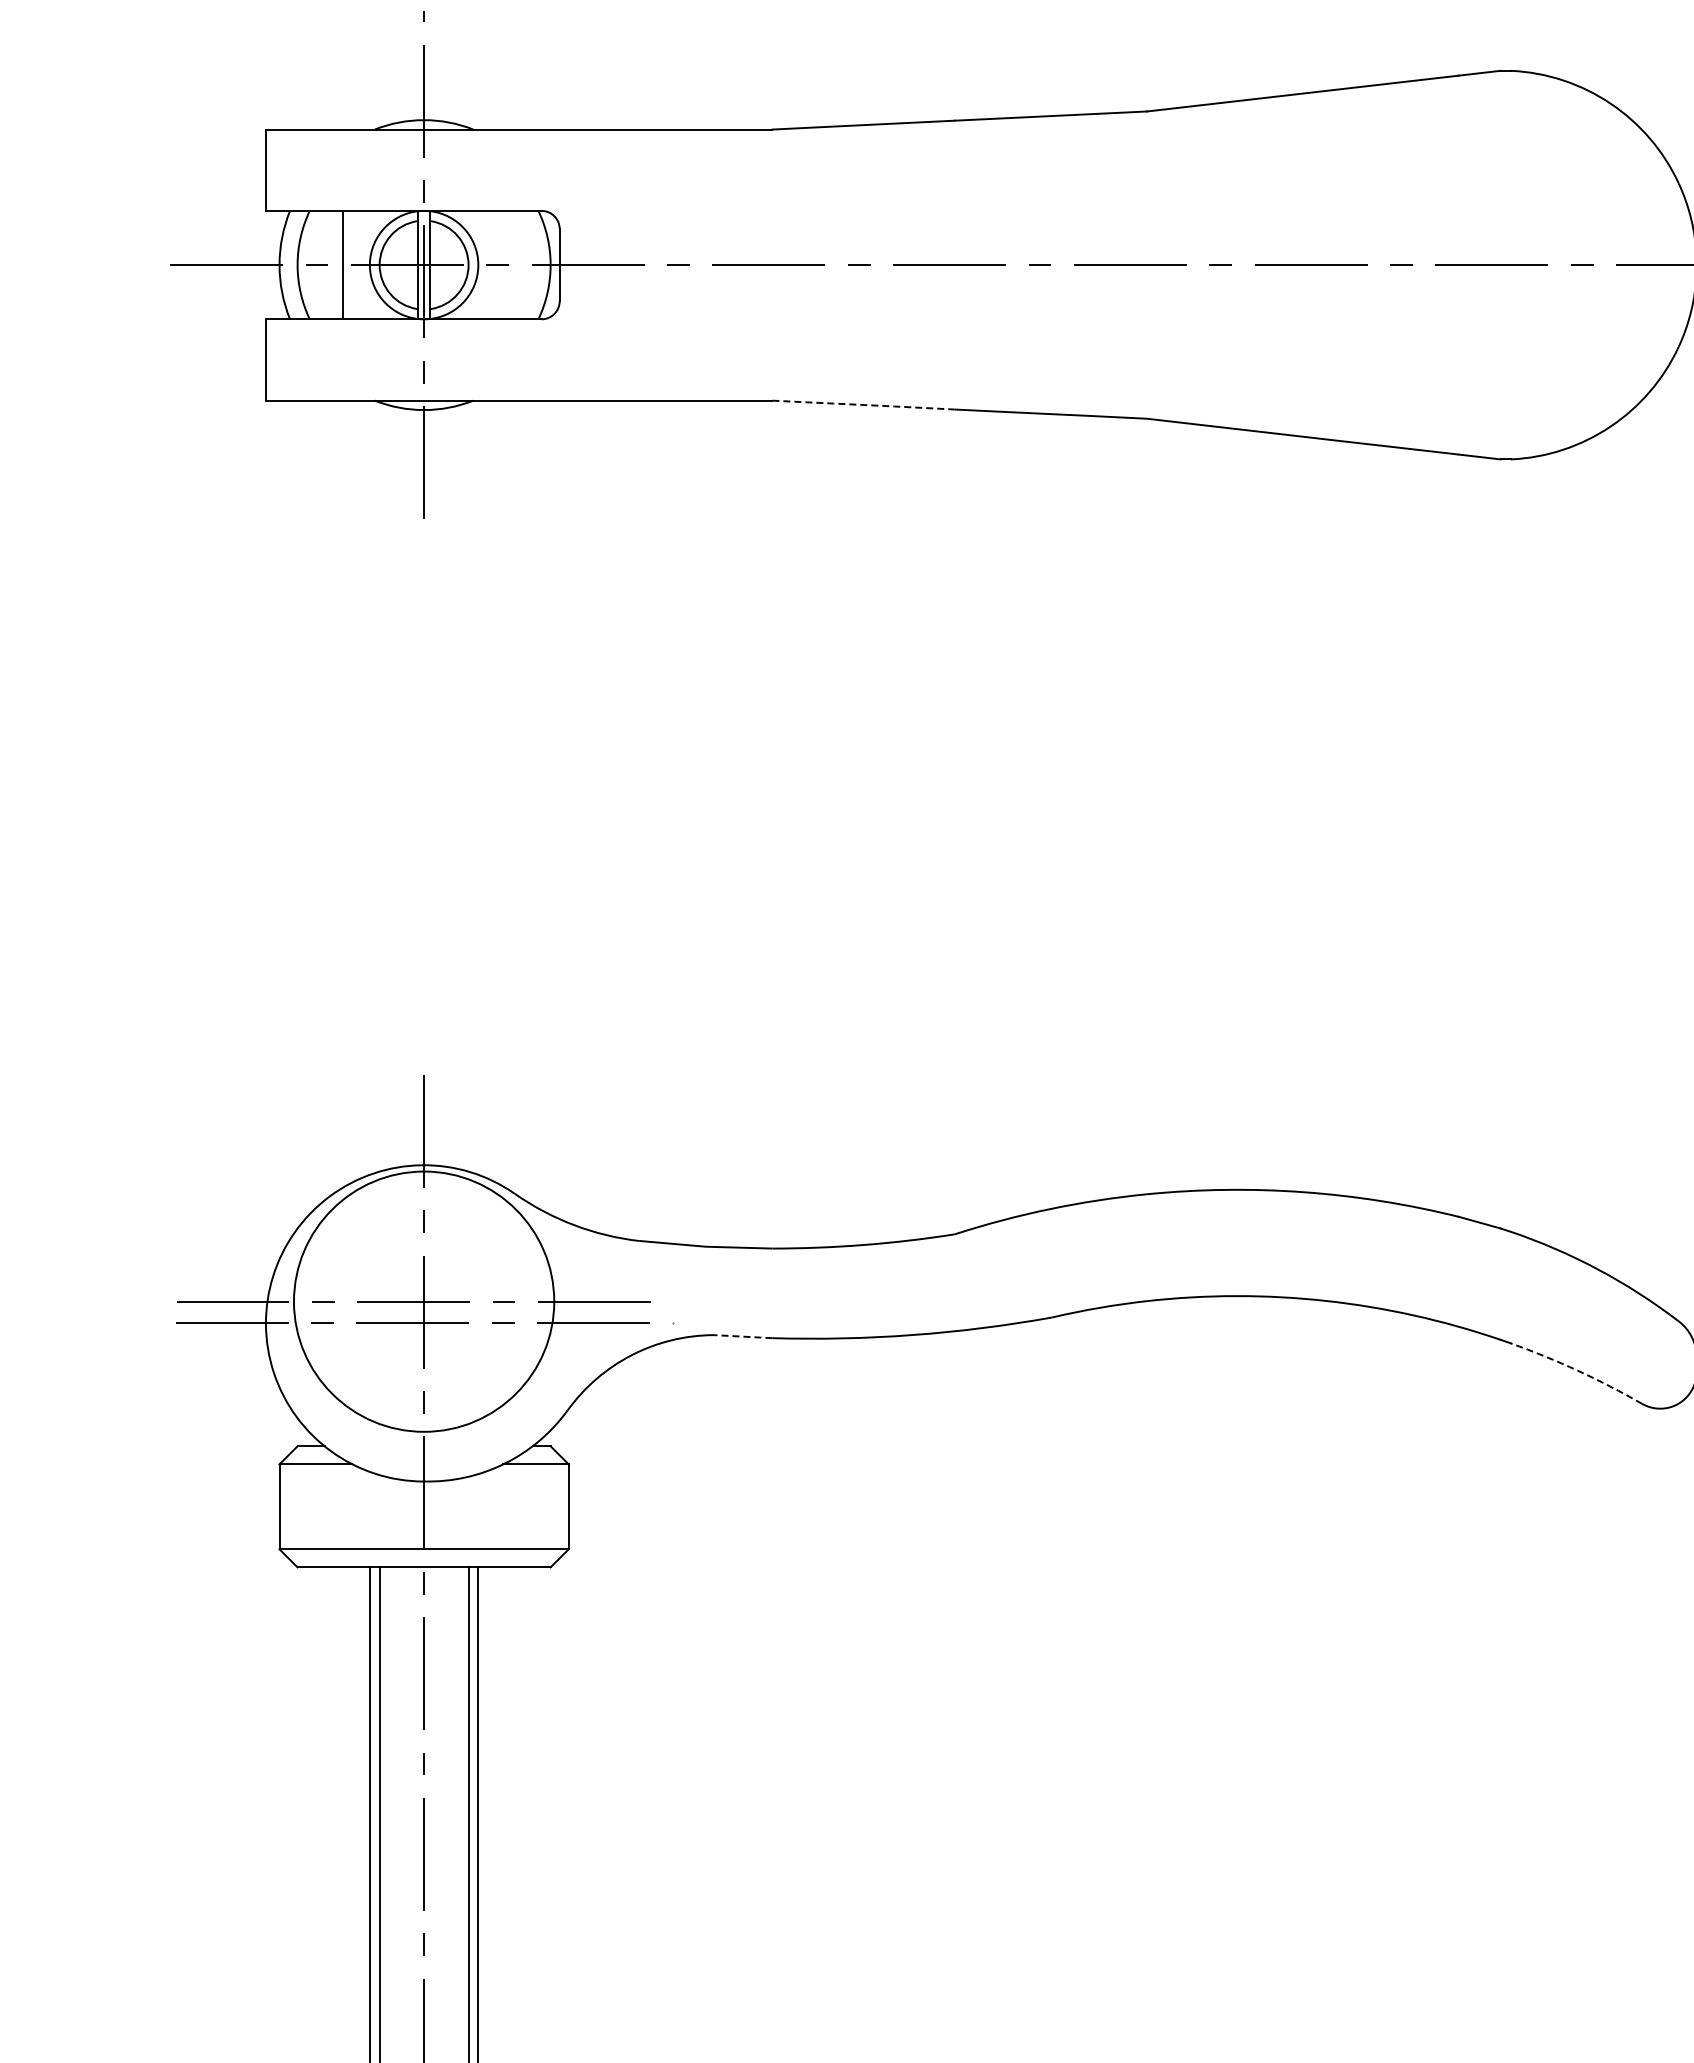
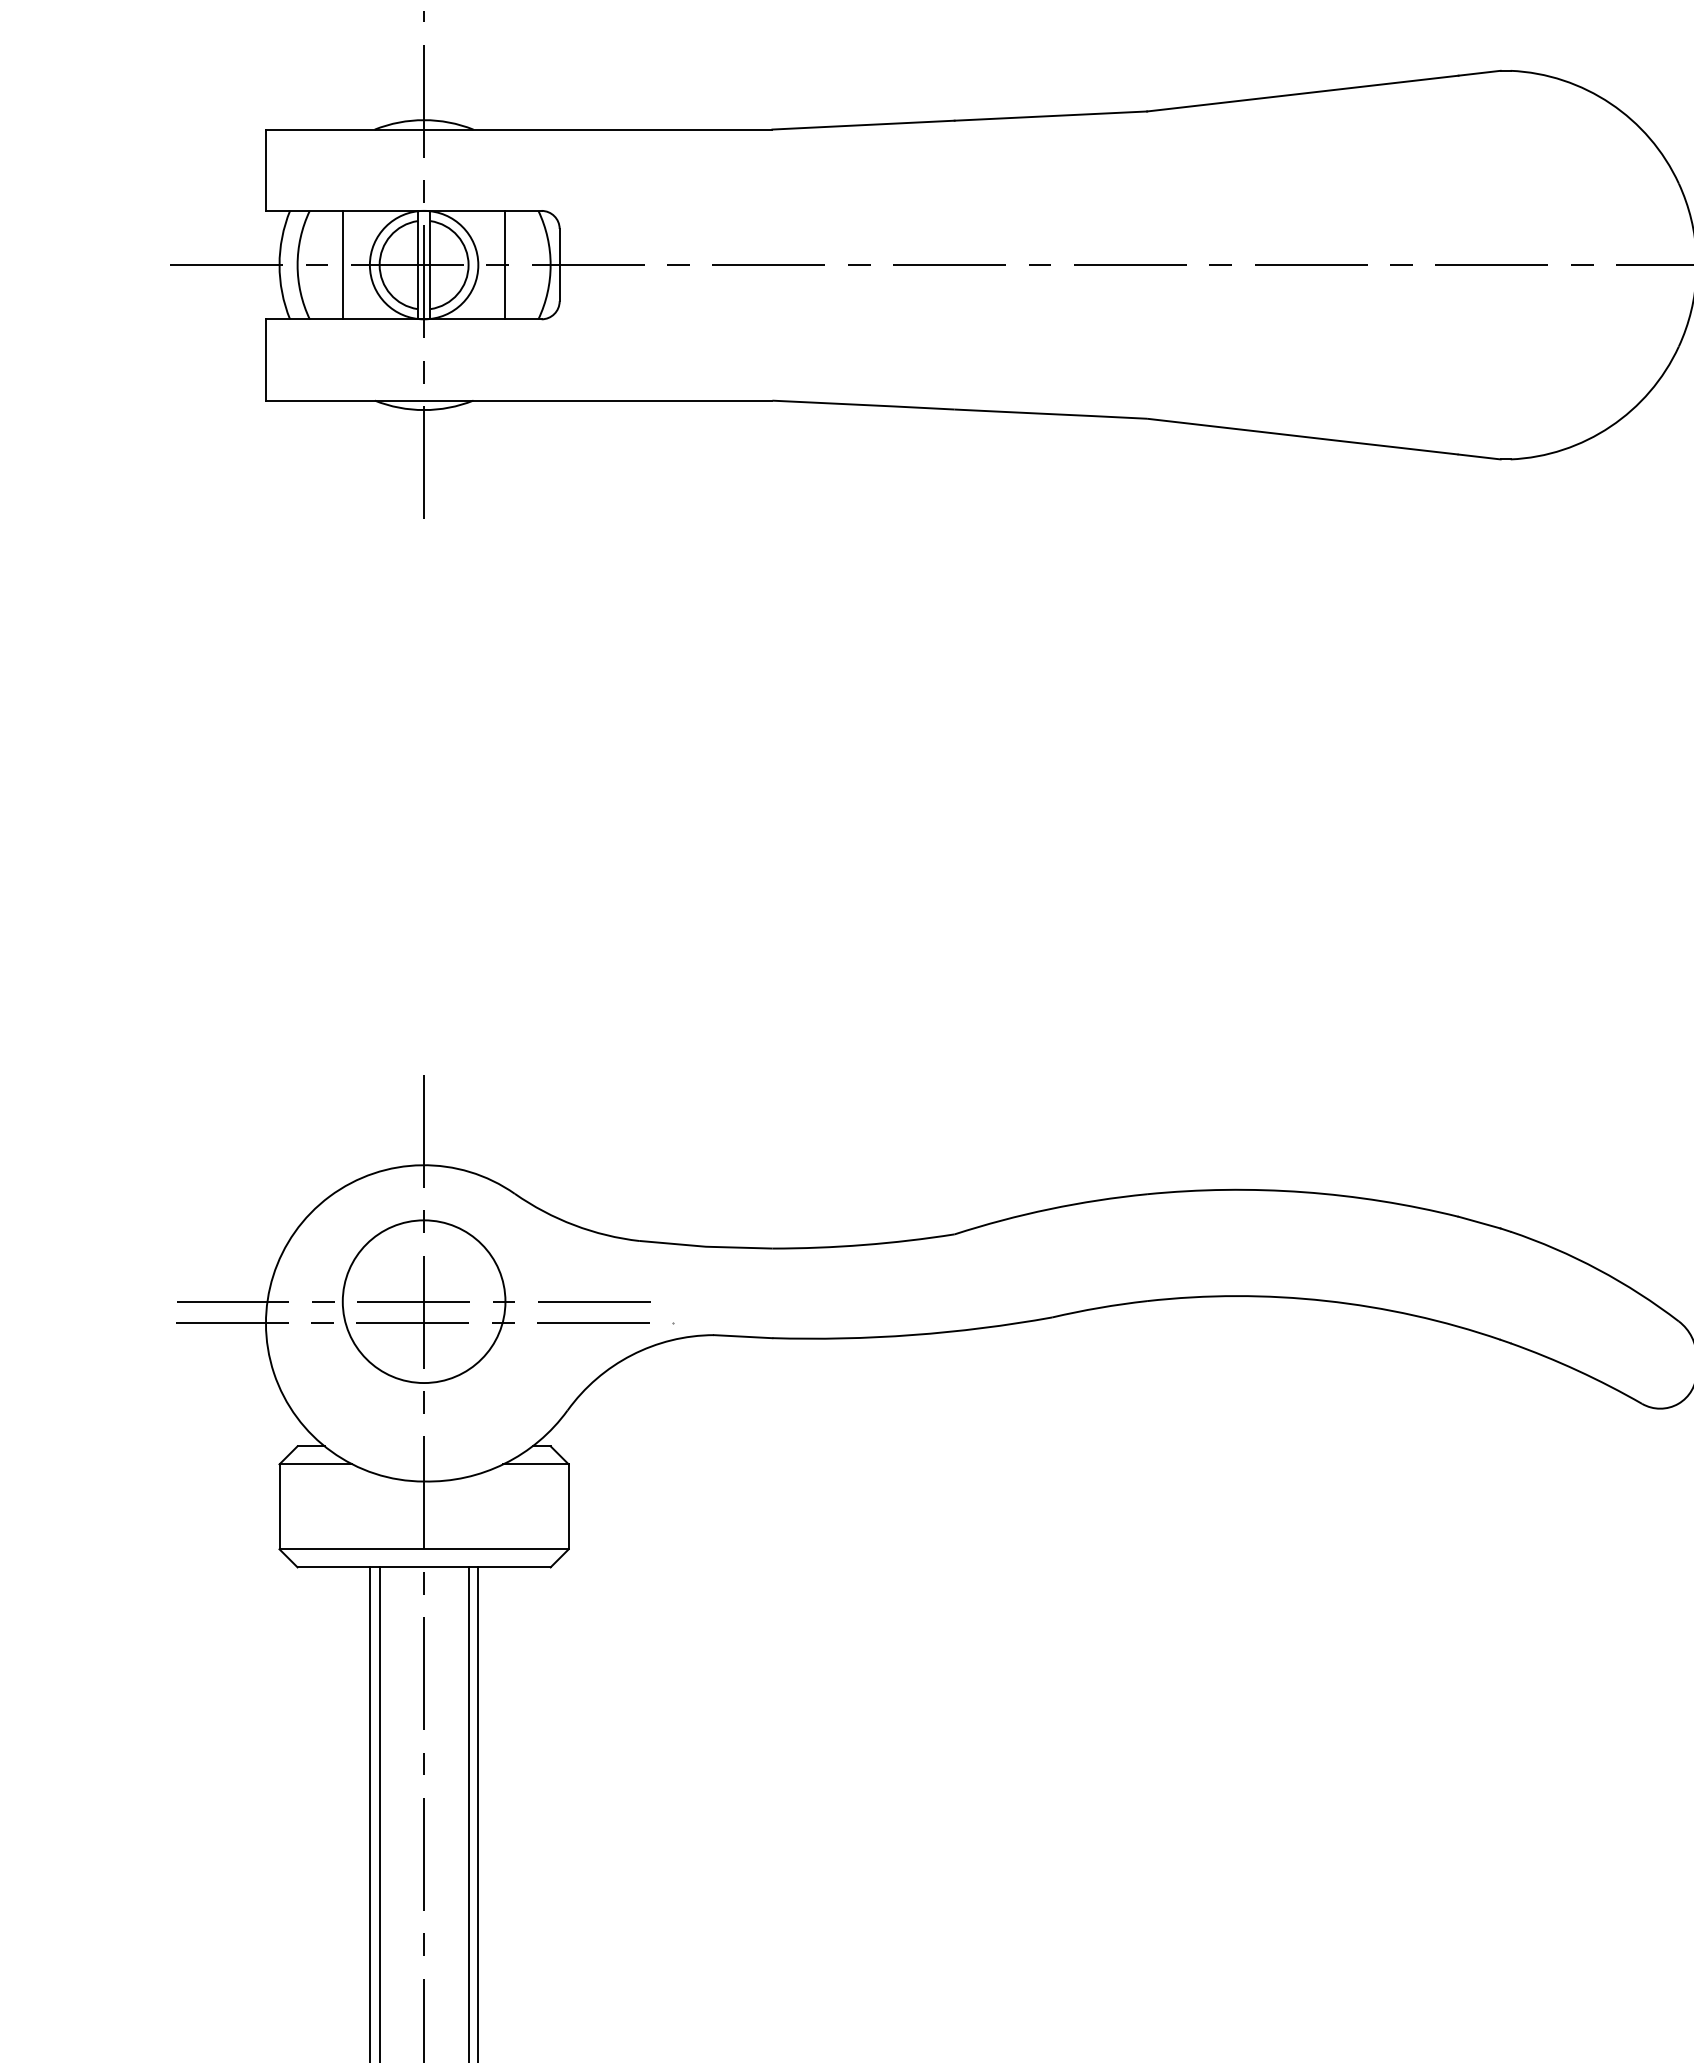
line at (505, 264): none -> present
line at (864, 405): dashed -> solid
circle at (423, 1301) diameter: 260 px -> 163 px
line at (742, 1336): dashed -> solid
arc at (1577, 1370): dashed -> solid
